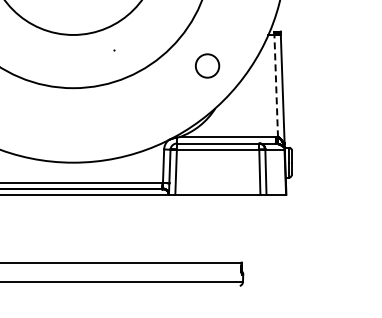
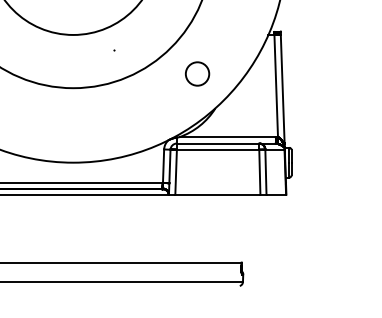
part at (207, 65) position: (207, 65) -> (197, 73)
line at (276, 85): dashed -> solid
